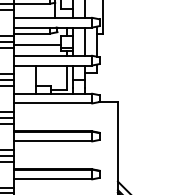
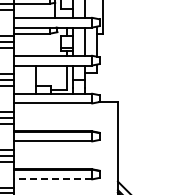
line at (37, 44): present -> none
line at (52, 179): solid -> dashed
